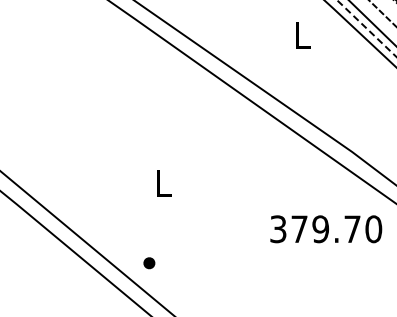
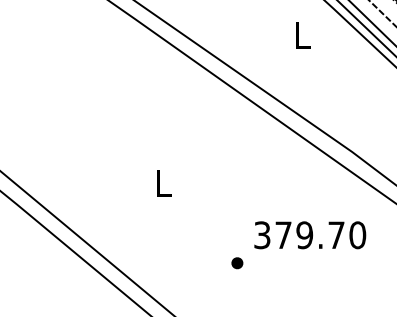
line at (366, 28): dashed -> solid
text at (326, 229) position: (326, 229) -> (310, 235)
part at (149, 263) position: (149, 263) -> (237, 263)
